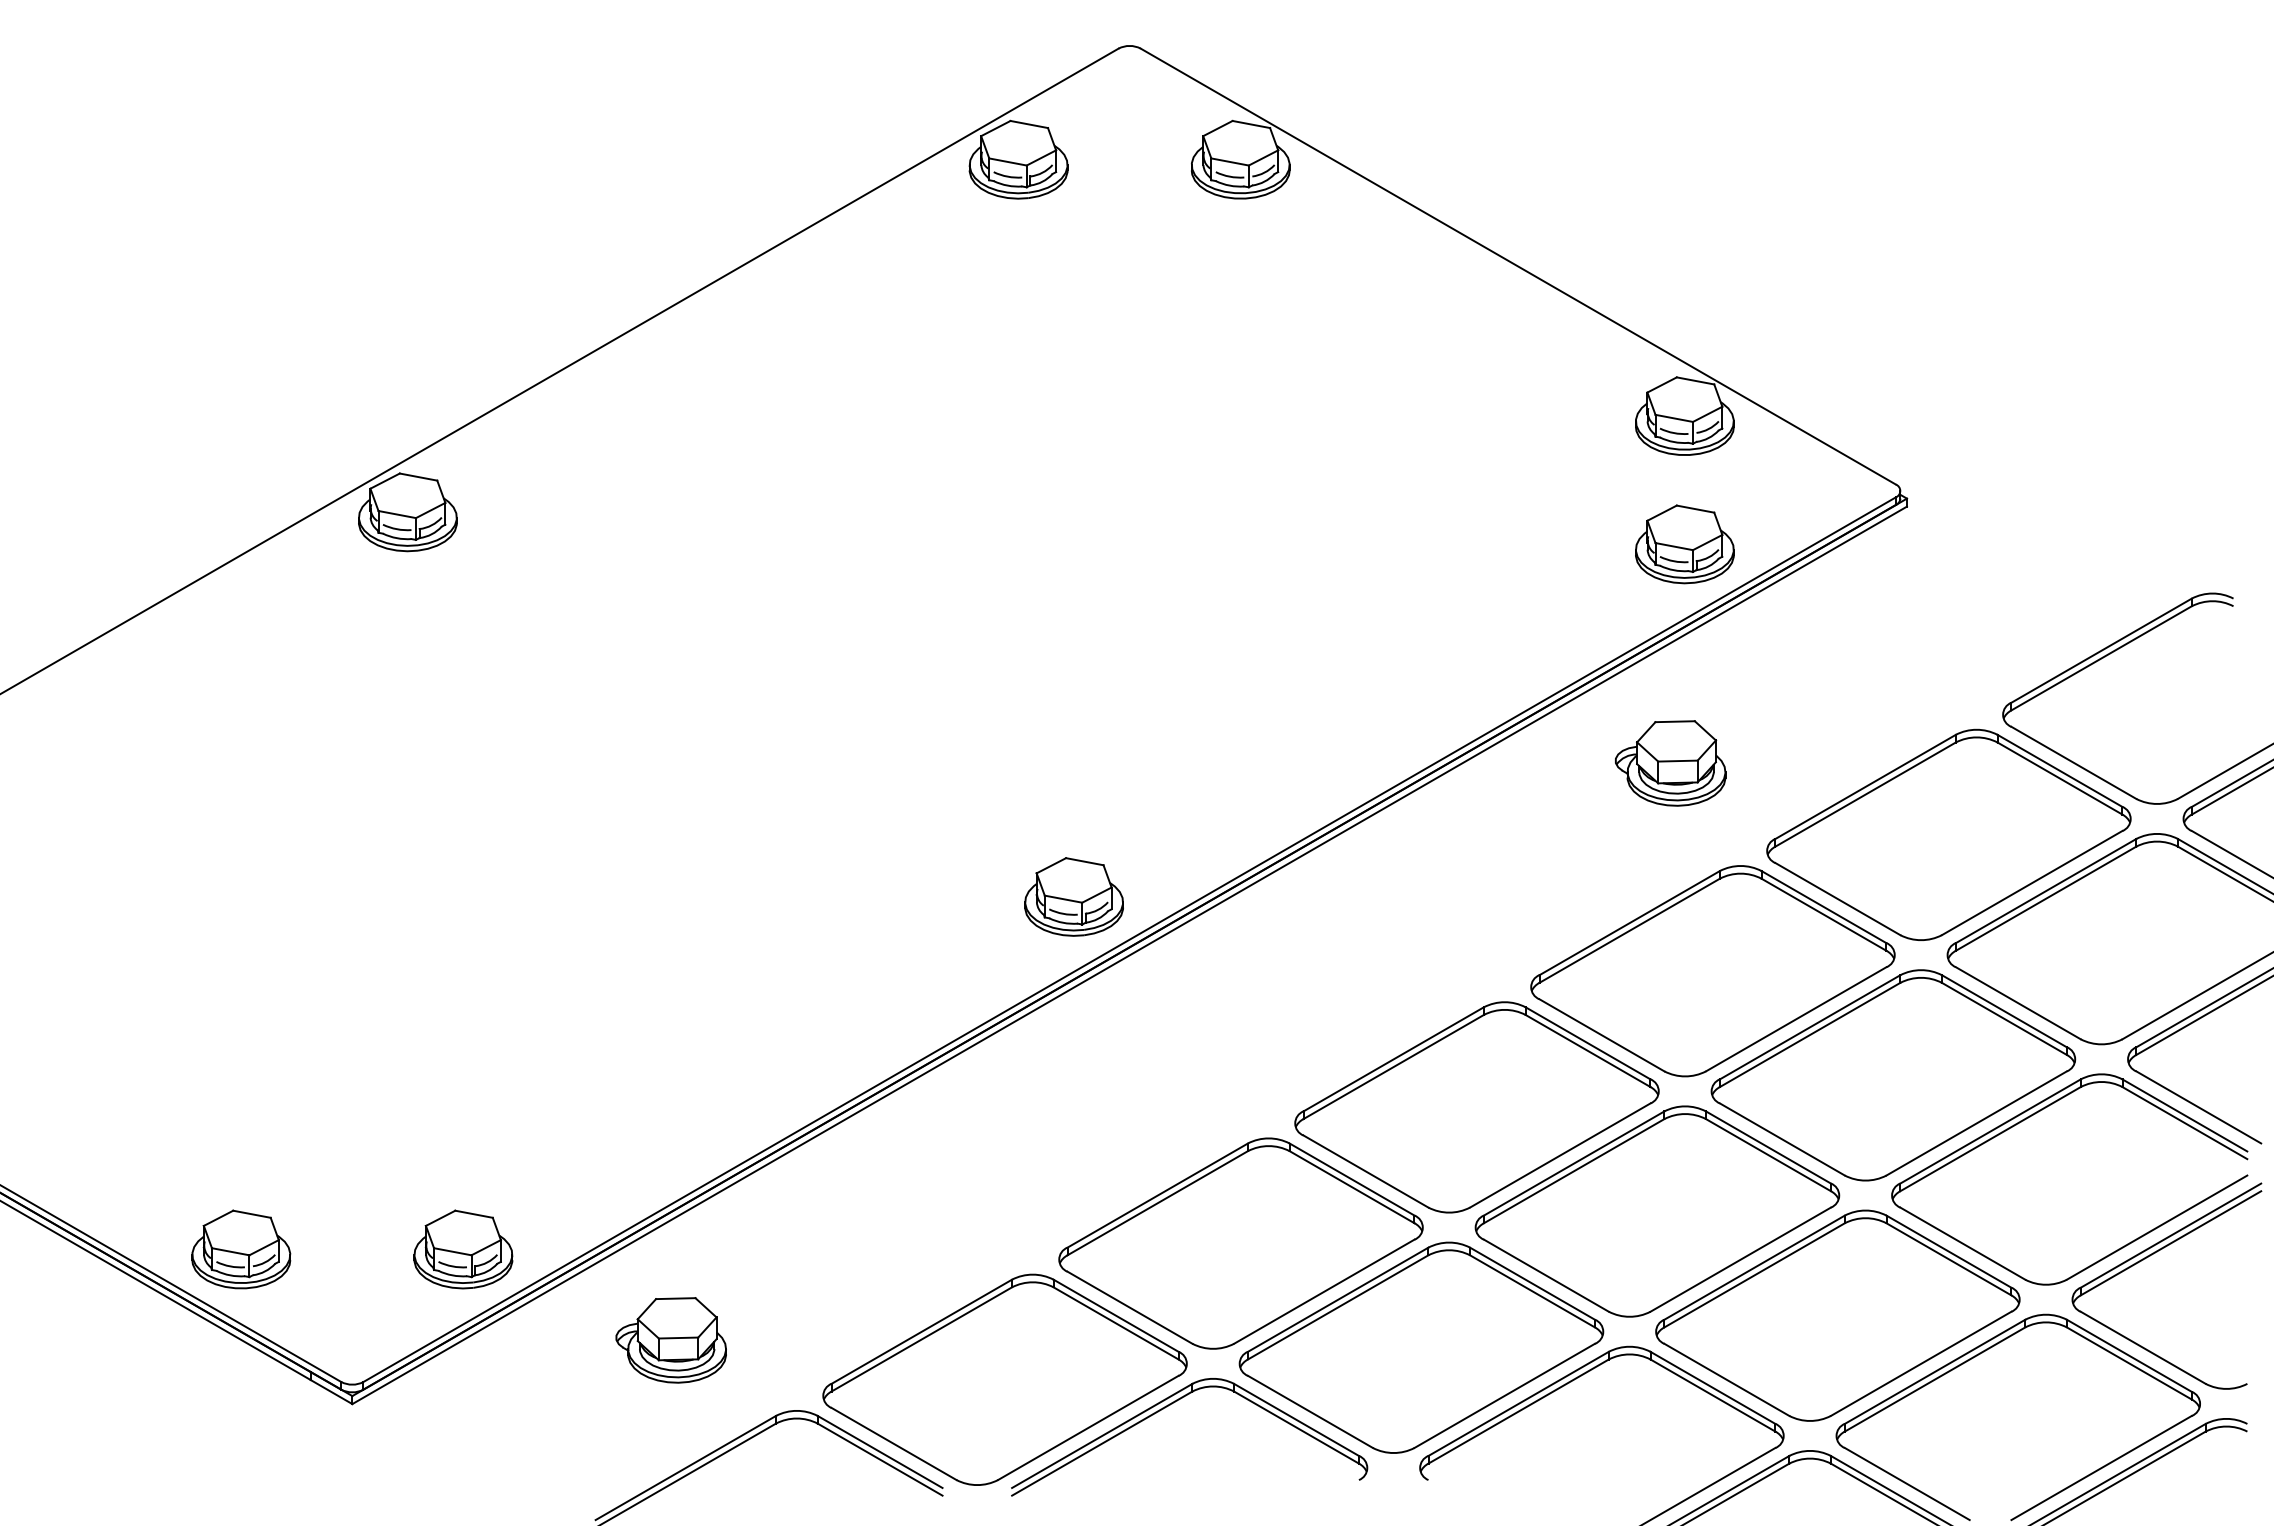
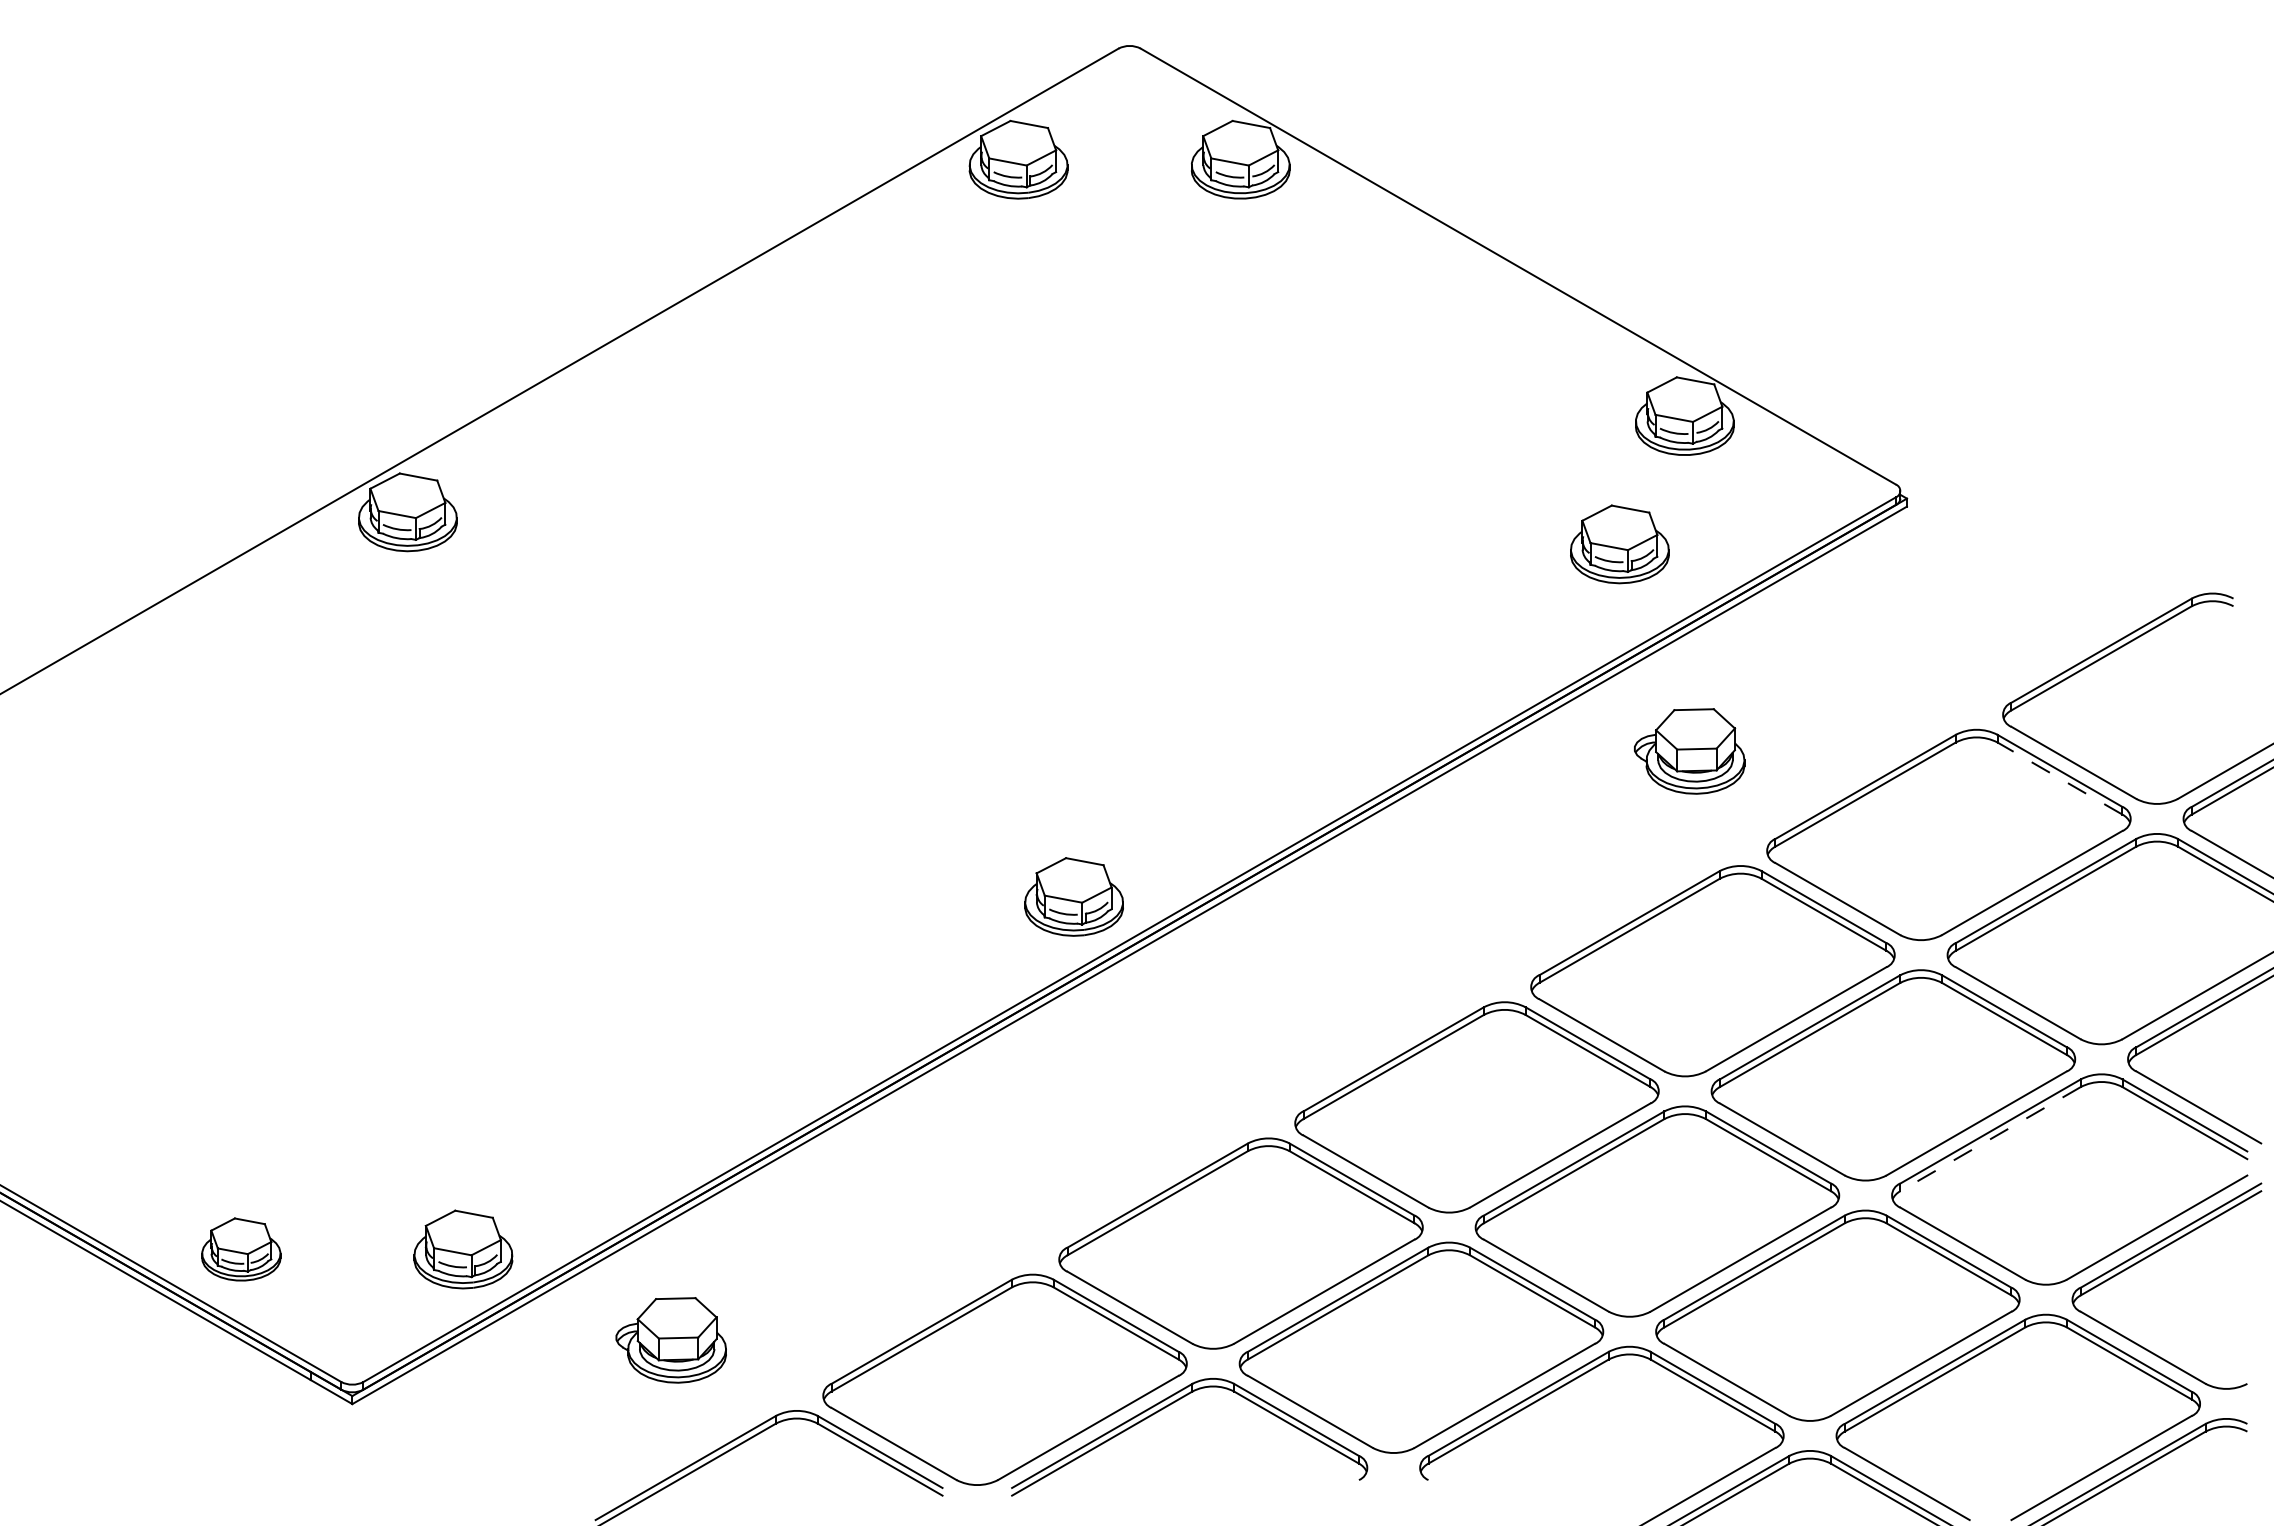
part at (1684, 544) position: (1684, 544) -> (1619, 544)
part at (1670, 763) position: (1670, 763) -> (1689, 751)
line at (2059, 778): solid -> dashed
line at (1990, 1139): solid -> dashed
part at (241, 1249) size: 101x81 px -> 81x65 px
